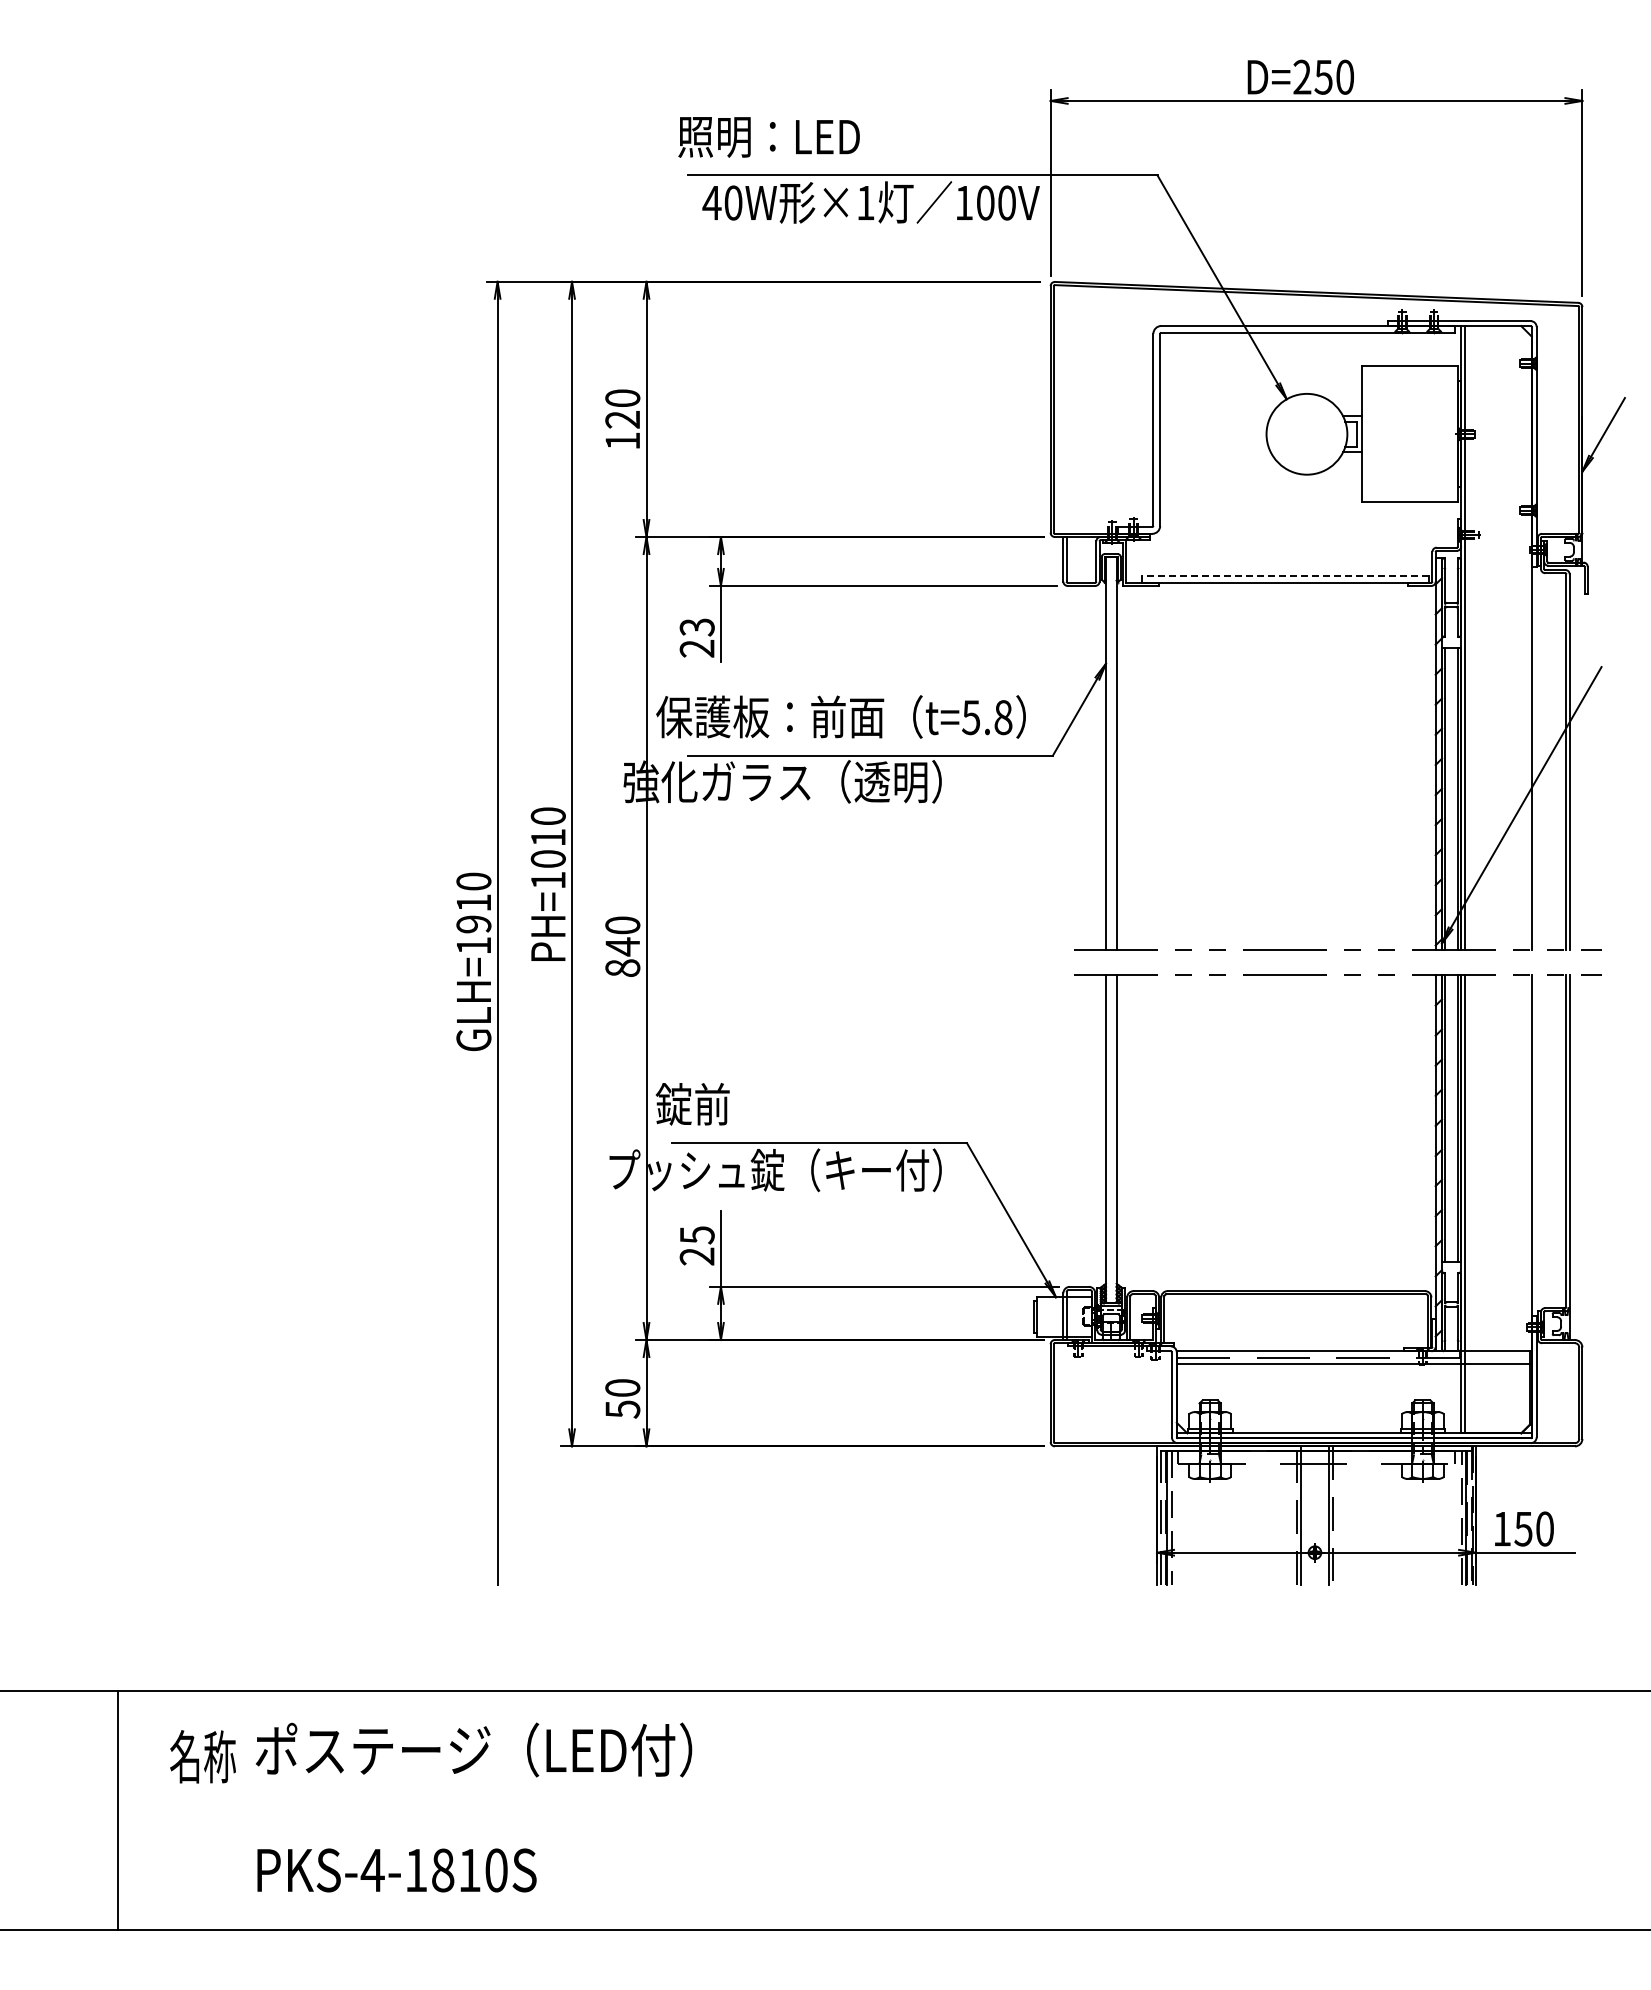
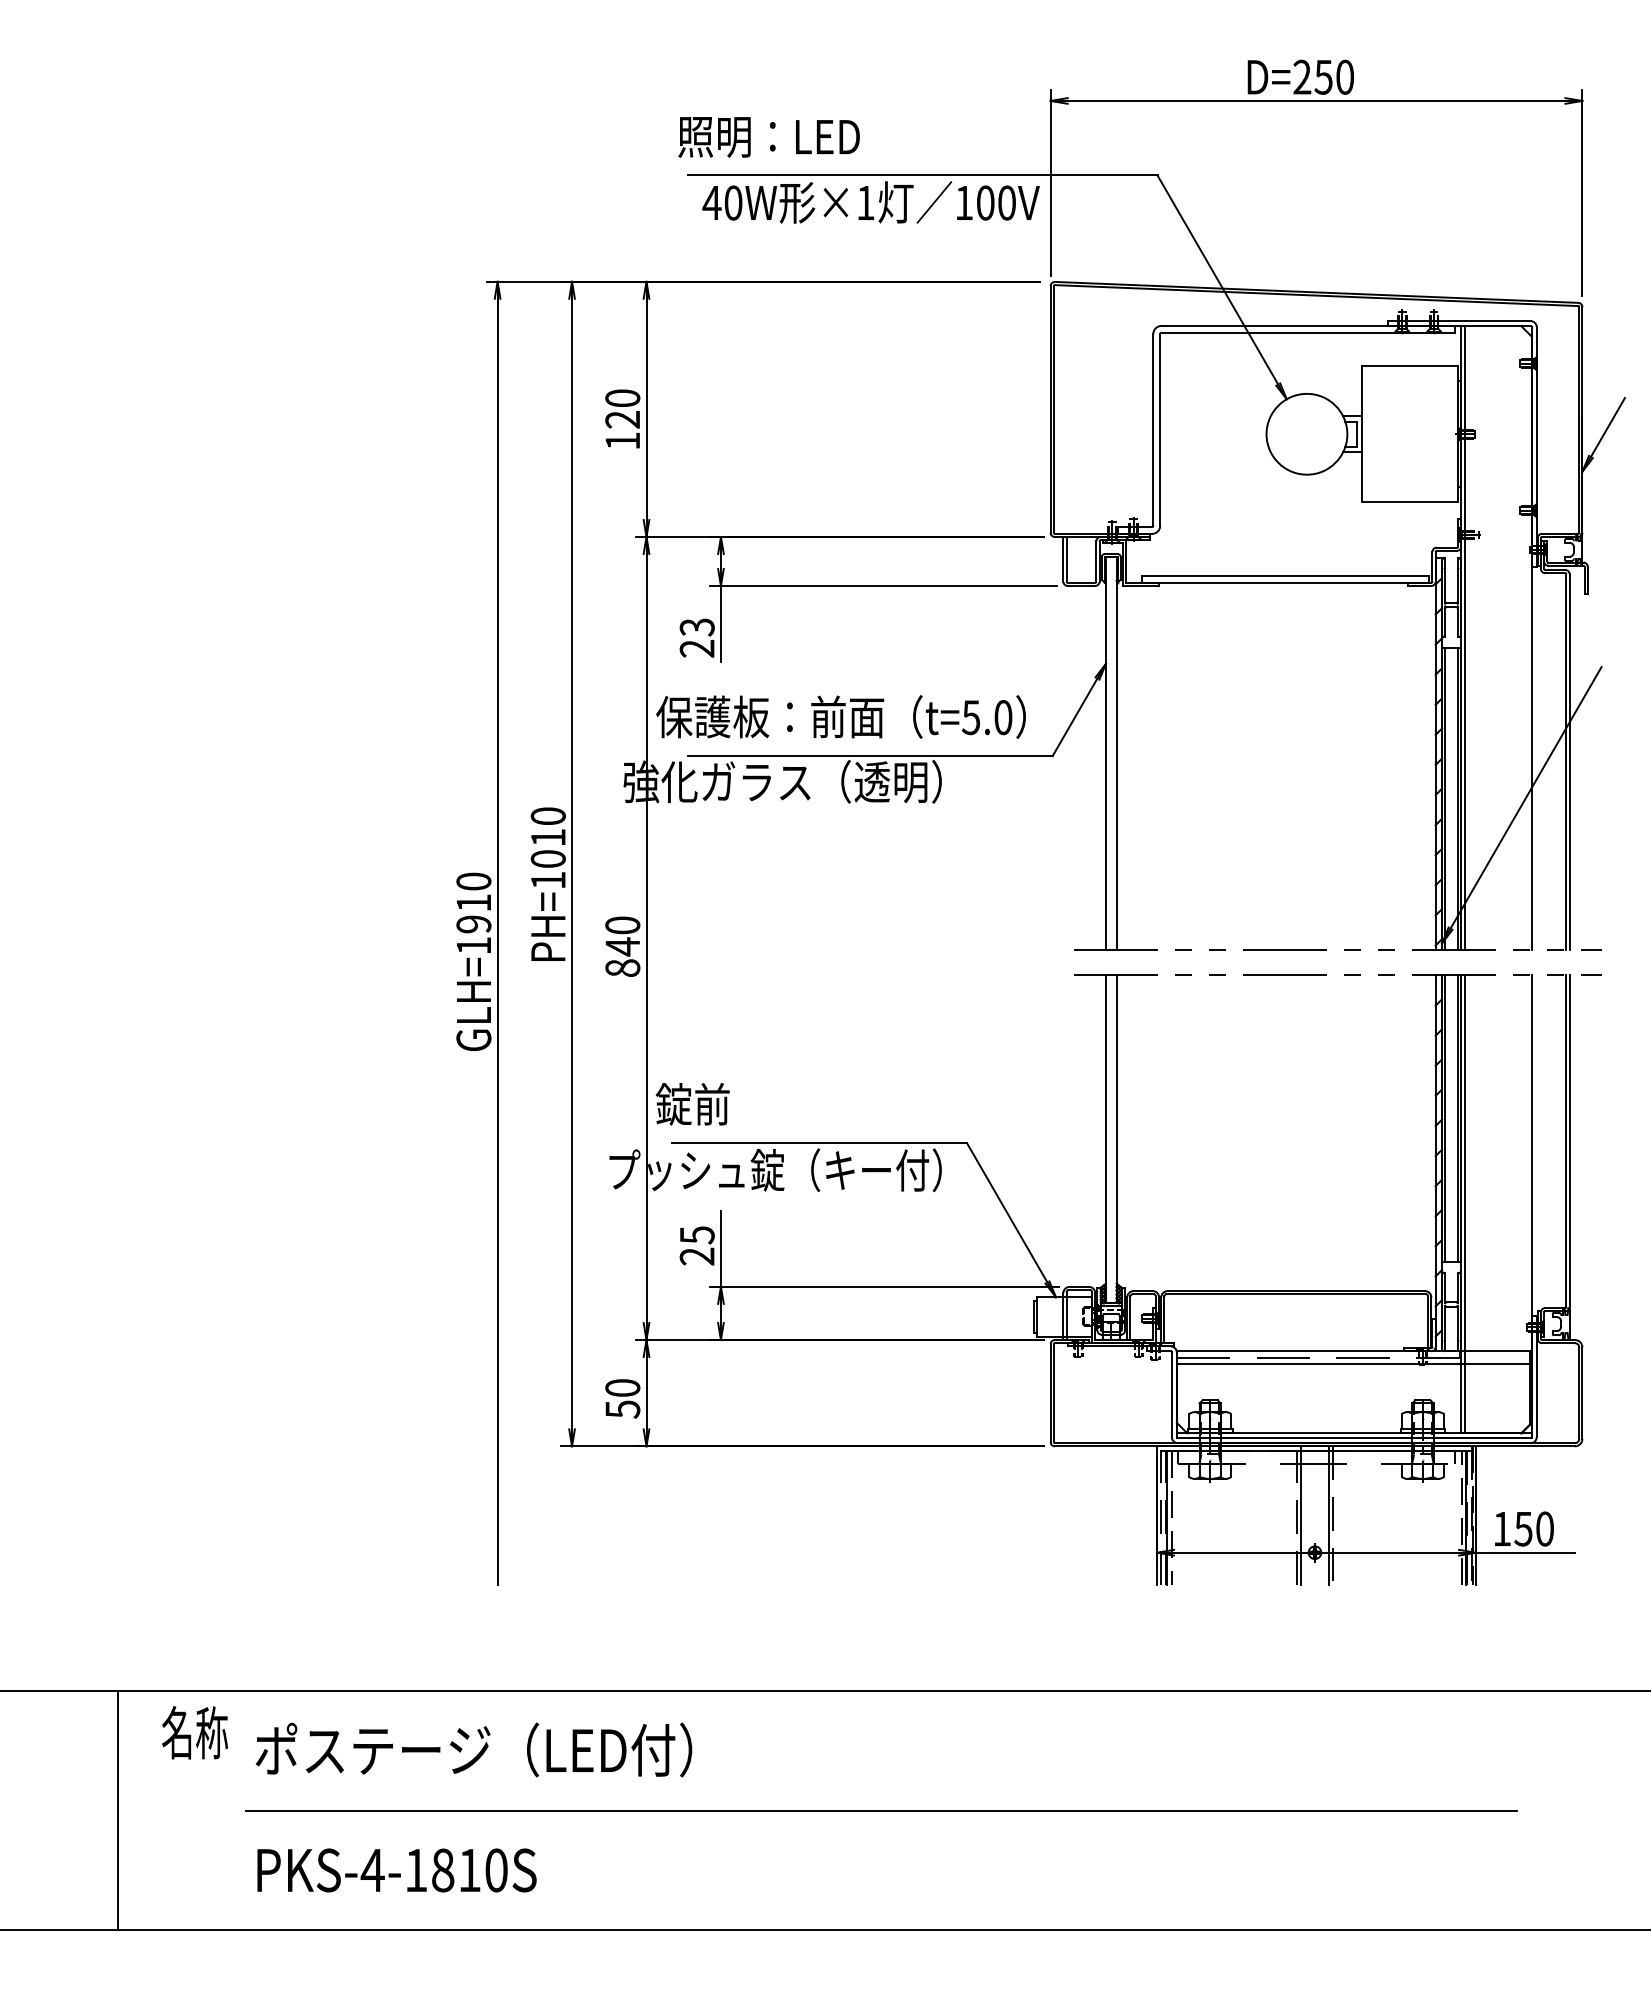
line at (1285, 576): dashed -> solid
text at (1003, 717): t=5.8 -> t=5.0
text at (202, 1756) position: (202, 1756) -> (194, 1732)
line at (880, 1810): none -> present
